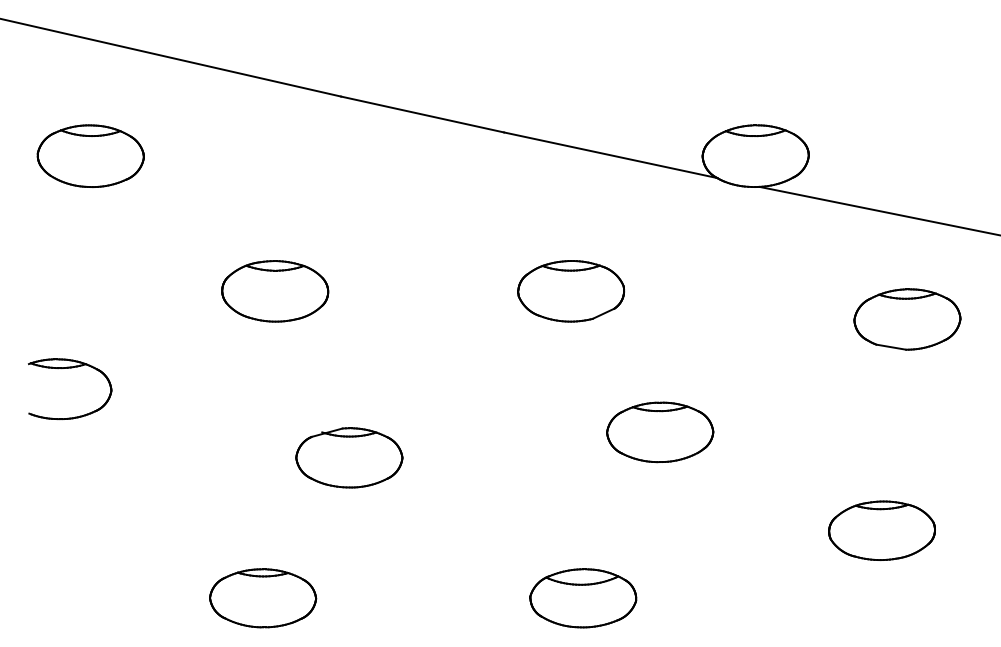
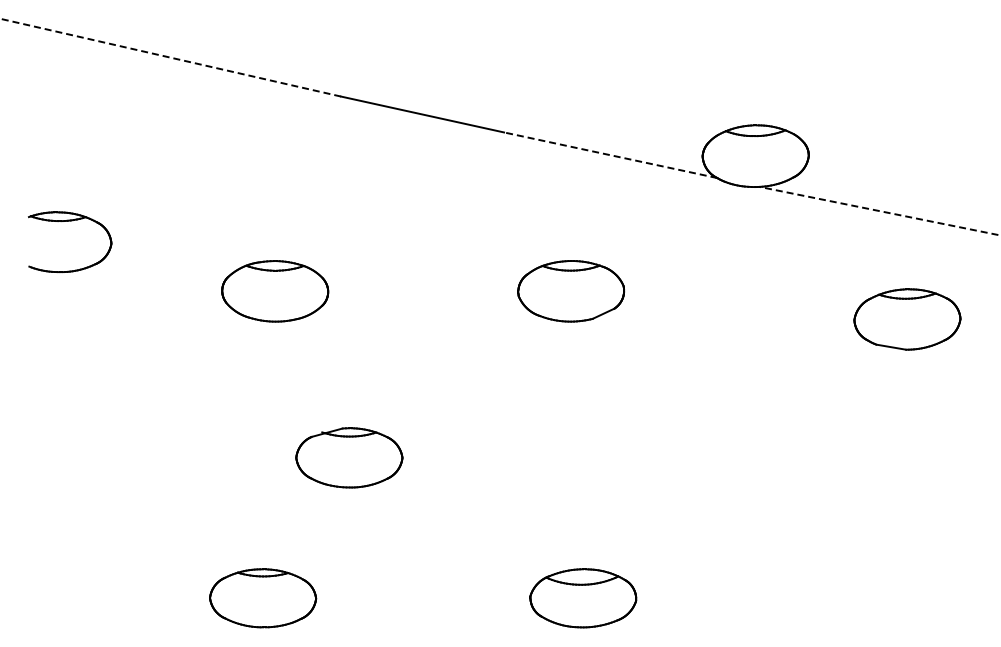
line at (170, 57): solid -> dashed
part at (90, 155): present -> none
line at (610, 155): solid -> dashed
line at (880, 211): solid -> dashed
part at (70, 368) position: (70, 368) -> (70, 221)
part at (660, 432): present -> none
part at (881, 530): present -> none
